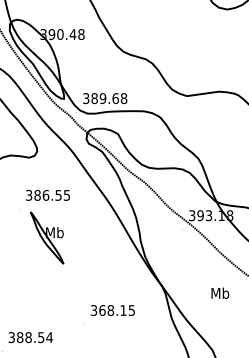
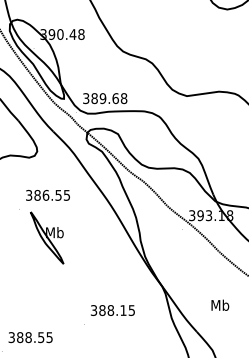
text at (220, 292) position: (220, 292) -> (220, 304)
text at (102, 310): 368.15 -> 388.15
text at (49, 337): 388.54 -> 388.55
